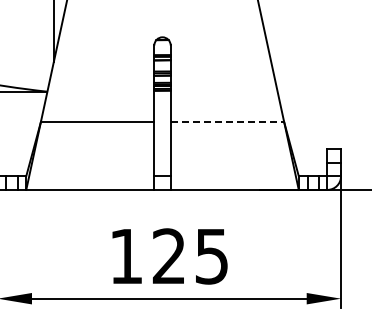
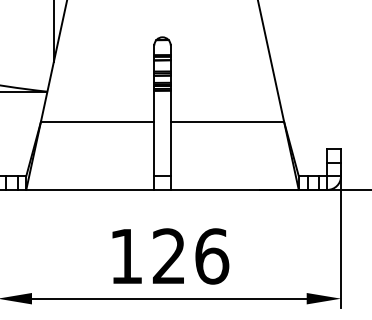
line at (227, 121): dashed -> solid
text at (212, 256): 125 -> 126
